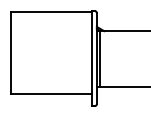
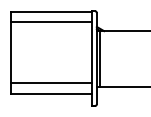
line at (51, 22): none -> present
line at (51, 83): none -> present
